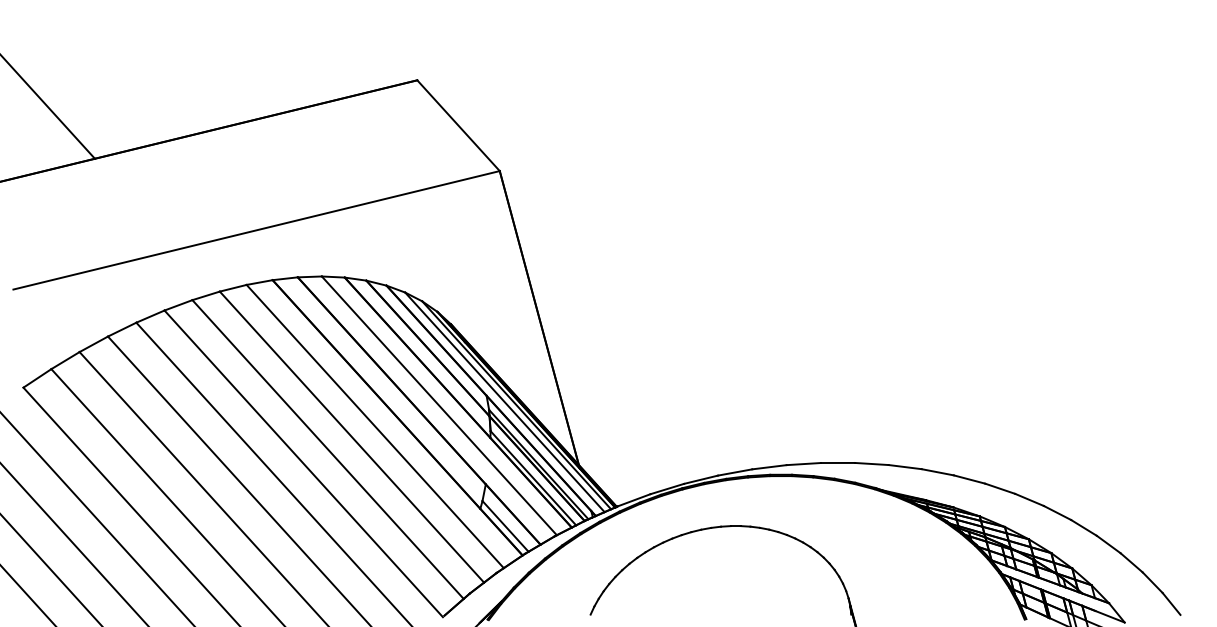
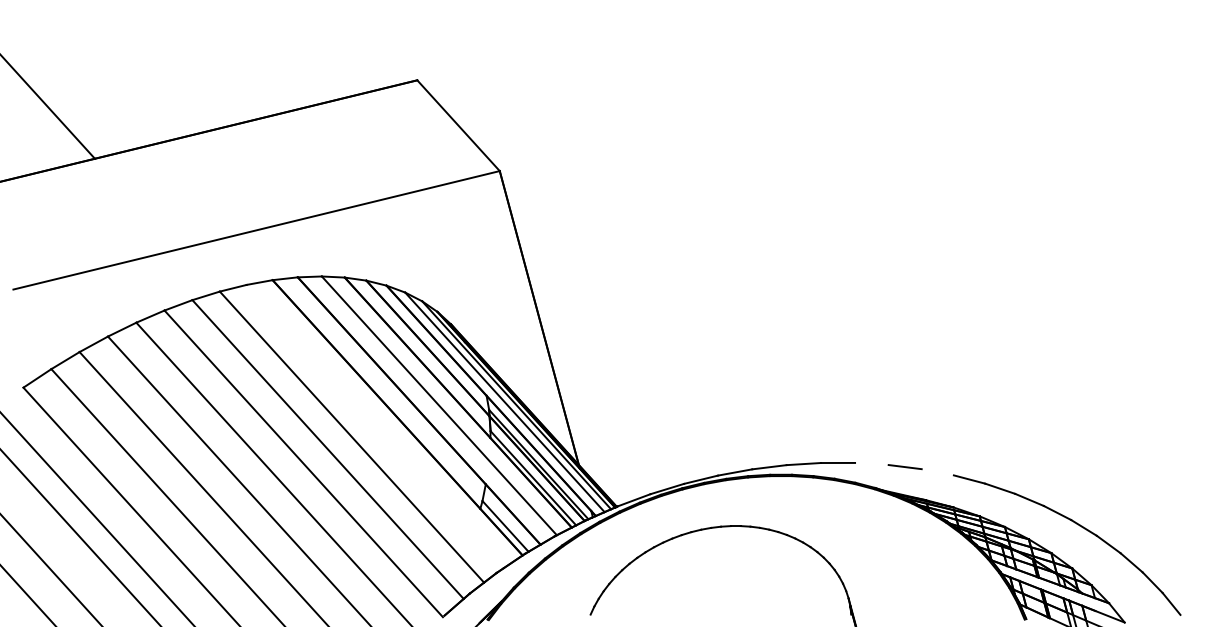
line at (374, 426): present -> none
line at (871, 463): present -> none
line at (937, 472): present -> none
line at (74, 543) position: (74, 543) -> (80, 537)
